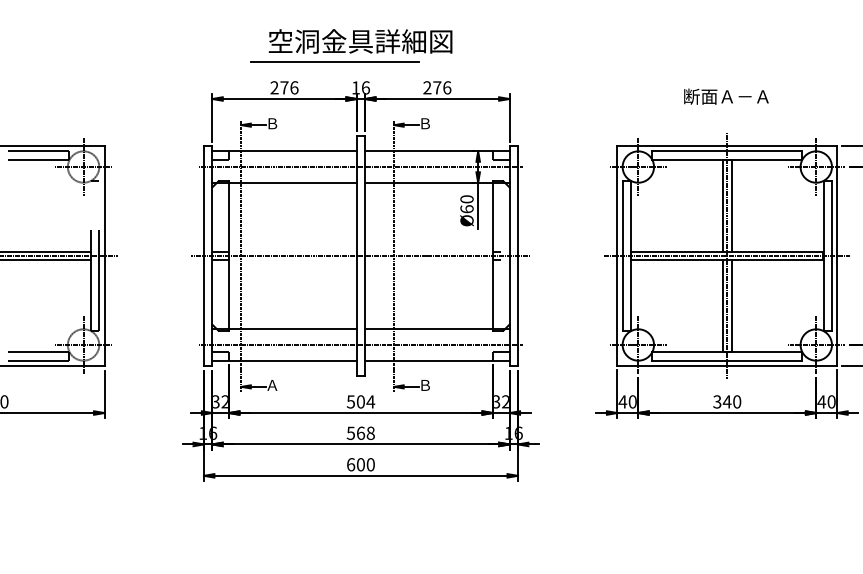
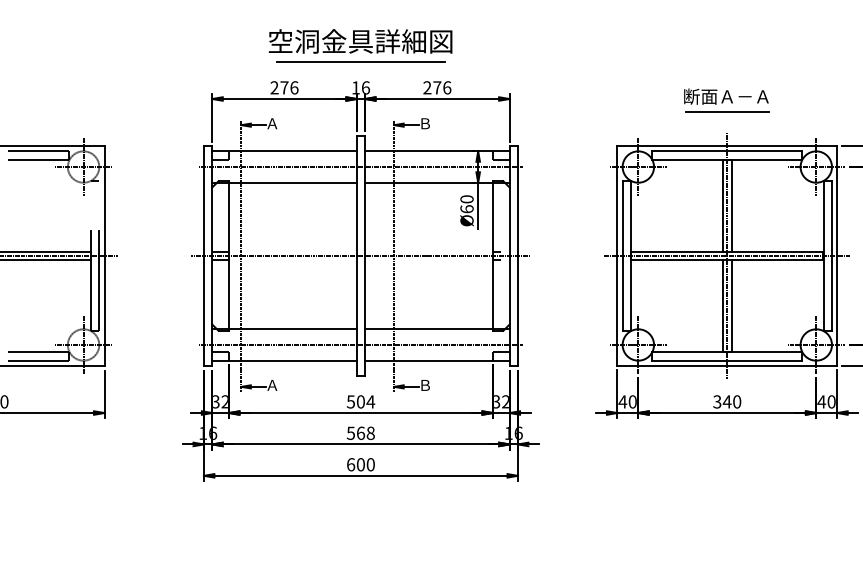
line at (334, 61) position: (334, 61) -> (360, 61)
line at (727, 112): none -> present
text at (272, 123): Ｂ -> Ａ
